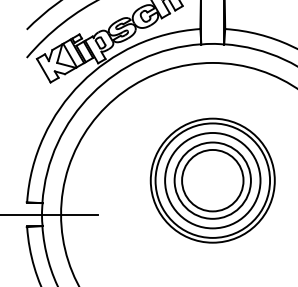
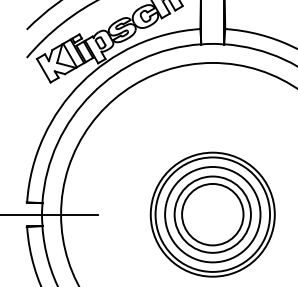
part at (212, 180) position: (212, 180) -> (212, 214)
